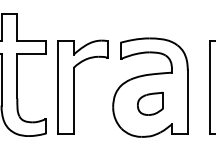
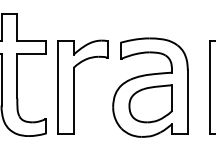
part at (150, 103) size: 27x25 px -> 45x40 px
